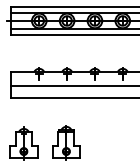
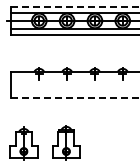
line at (75, 7): solid -> dashed
line at (73, 86): present -> none
line at (75, 98): solid -> dashed
